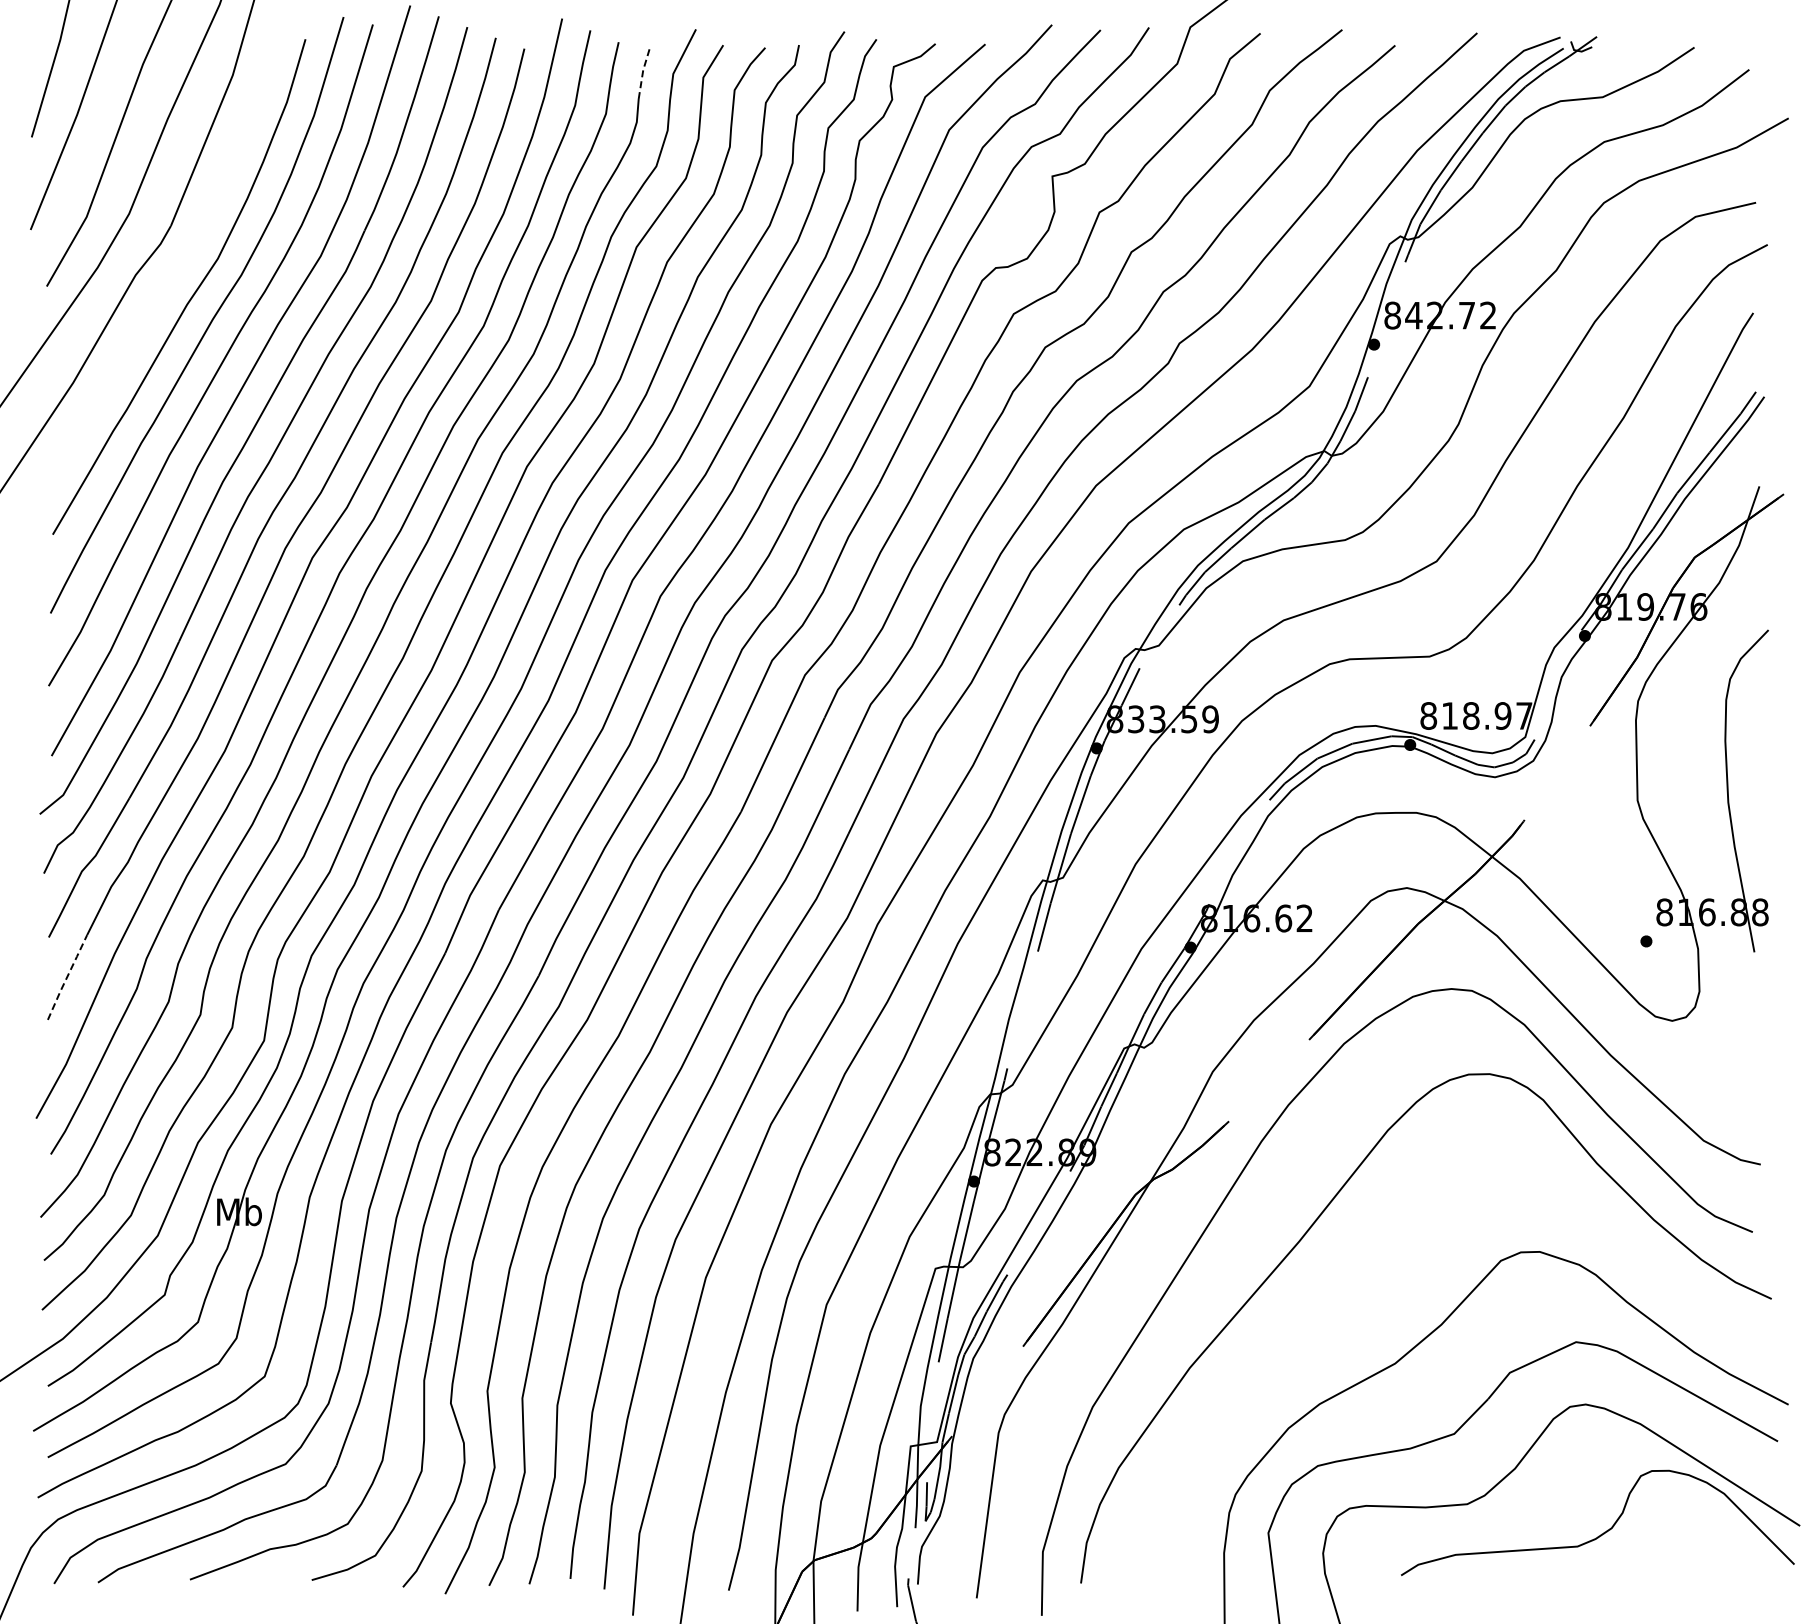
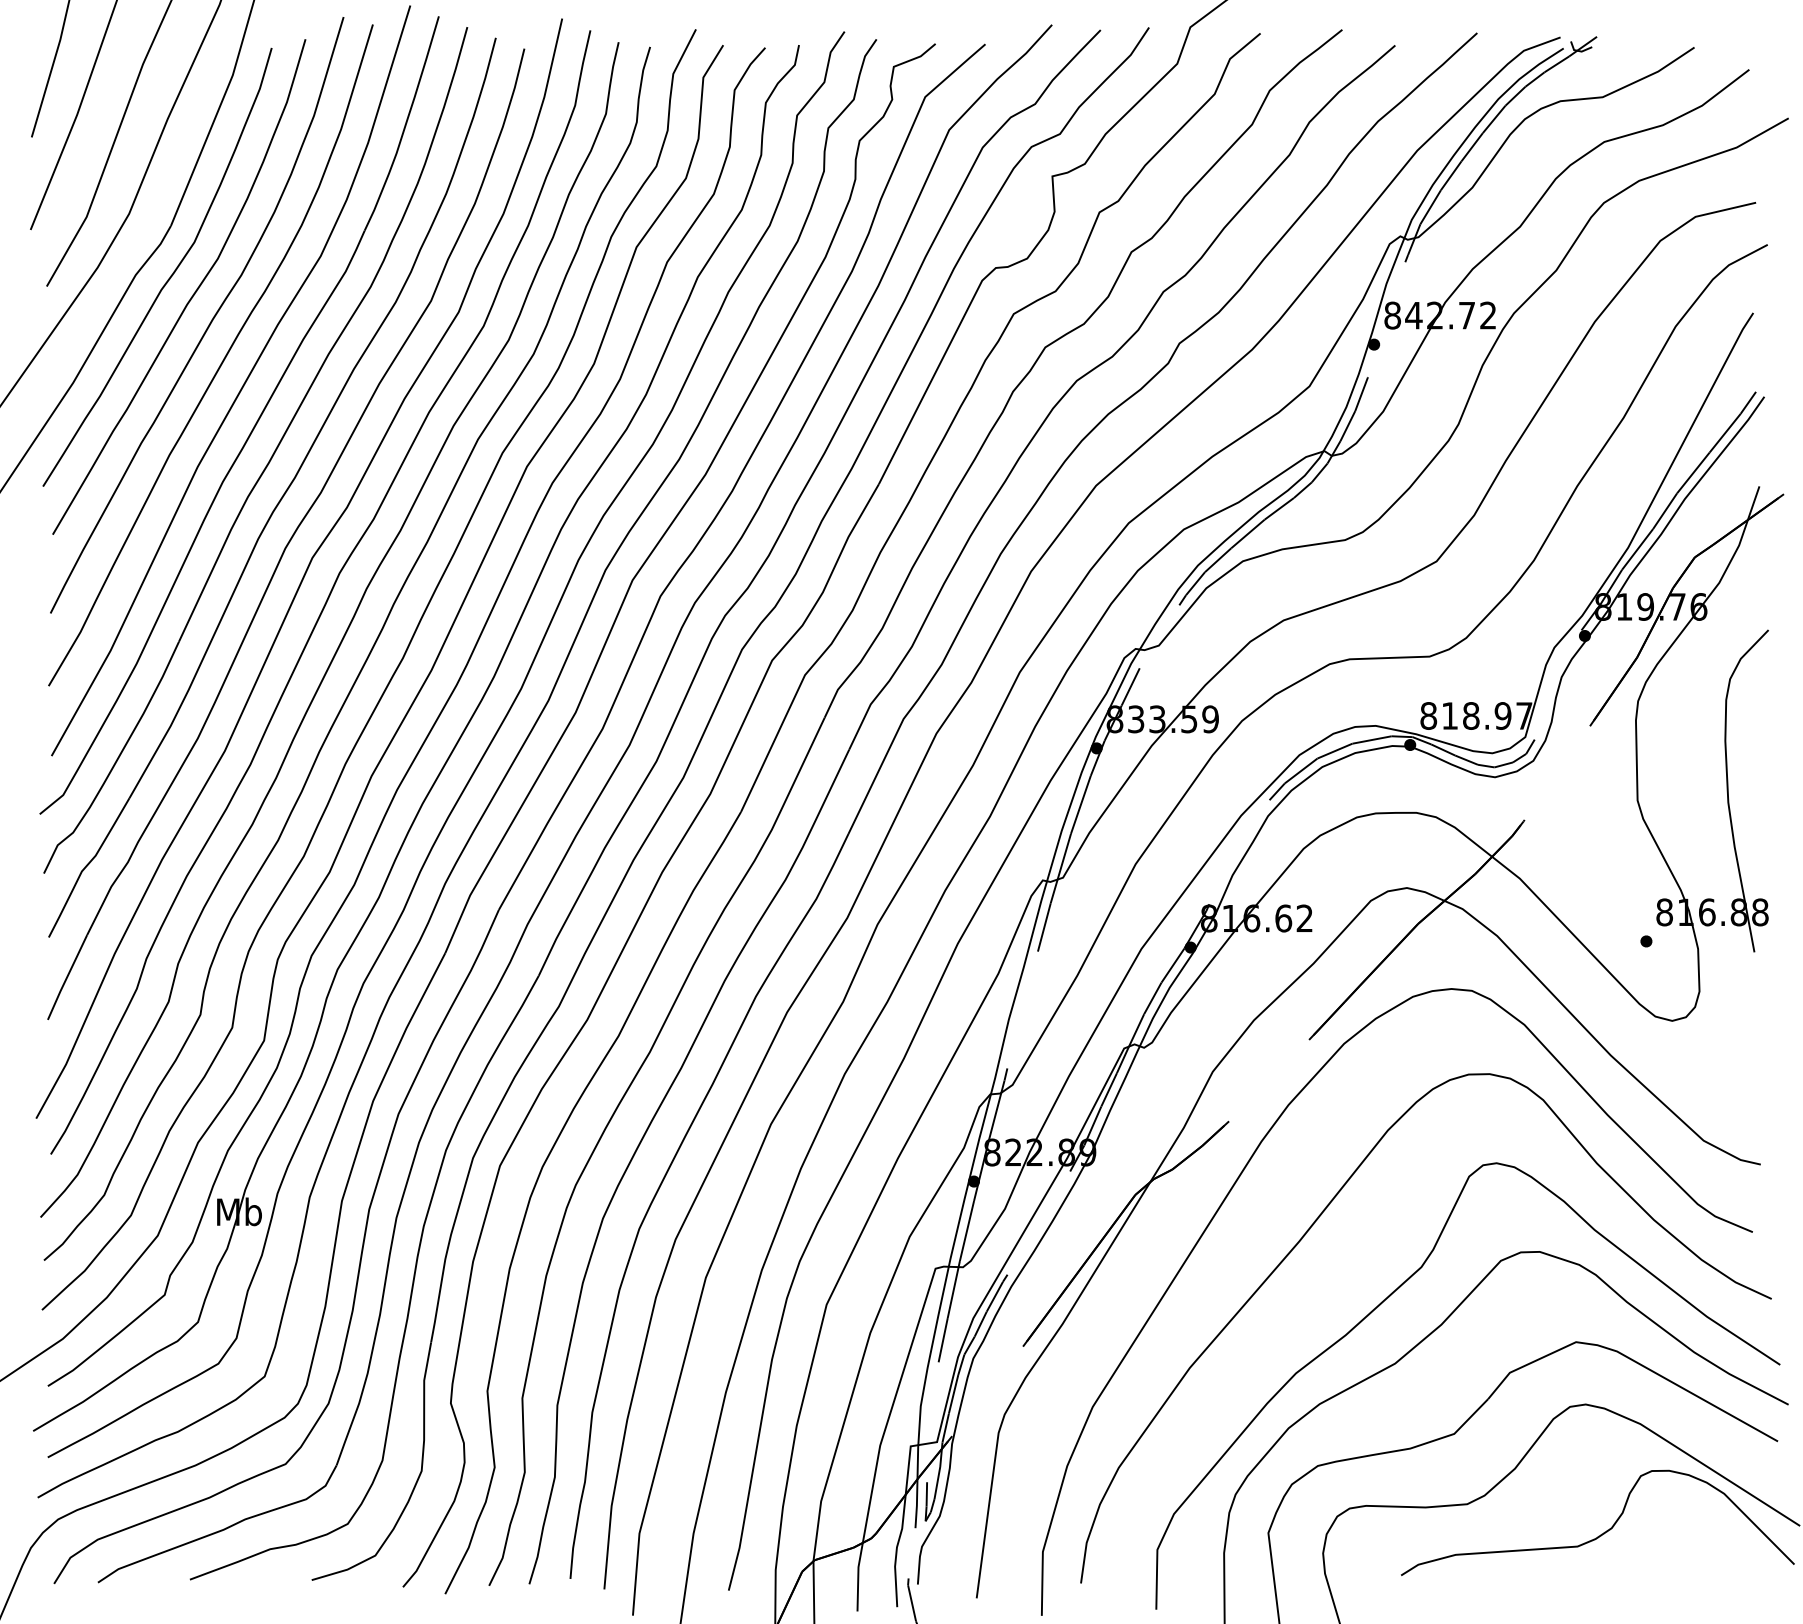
line at (642, 72): dashed -> solid
curve at (170, 275): none -> present
line at (67, 977): dashed -> solid
curve at (1388, 1298): none -> present
